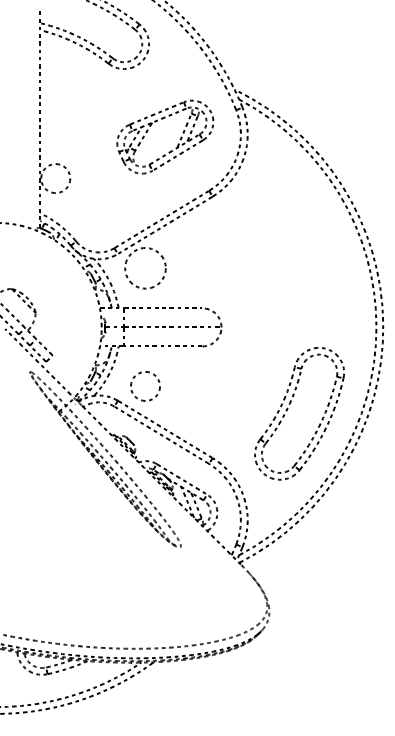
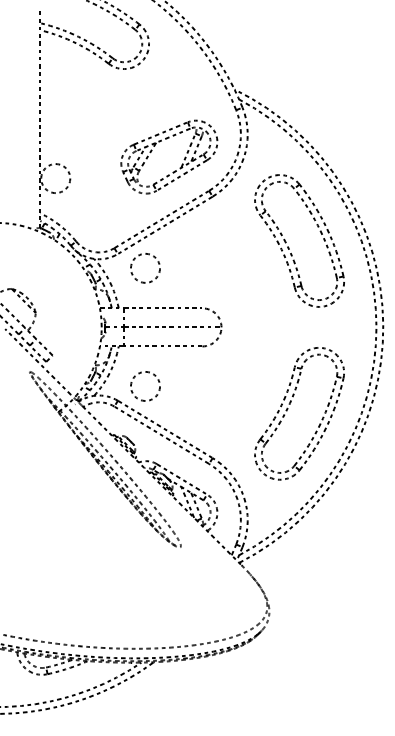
part at (179, 139) position: (179, 139) -> (183, 159)
part at (289, 247): none -> present
circle at (145, 268) diameter: 41 px -> 29 px
